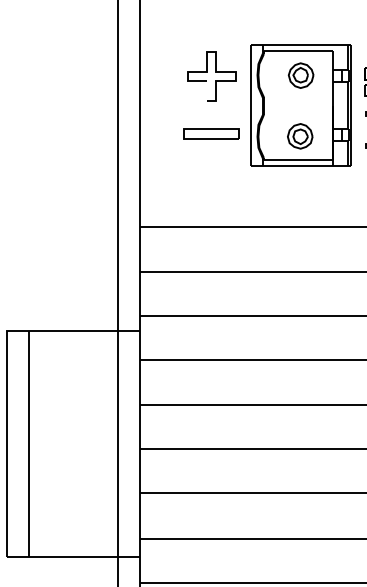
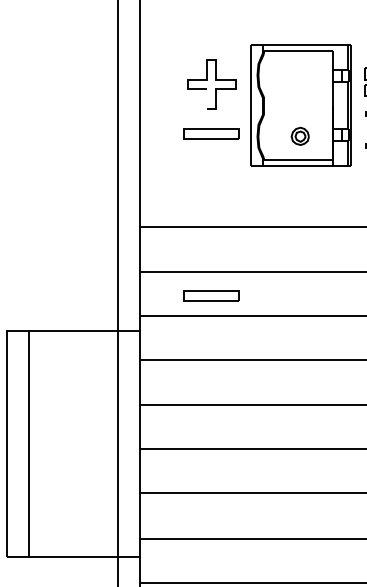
curve at (207, 72) position: (207, 72) -> (207, 80)
part at (300, 75): present -> none
part at (300, 136) size: 27x27 px -> 20x20 px
part at (211, 295): none -> present
